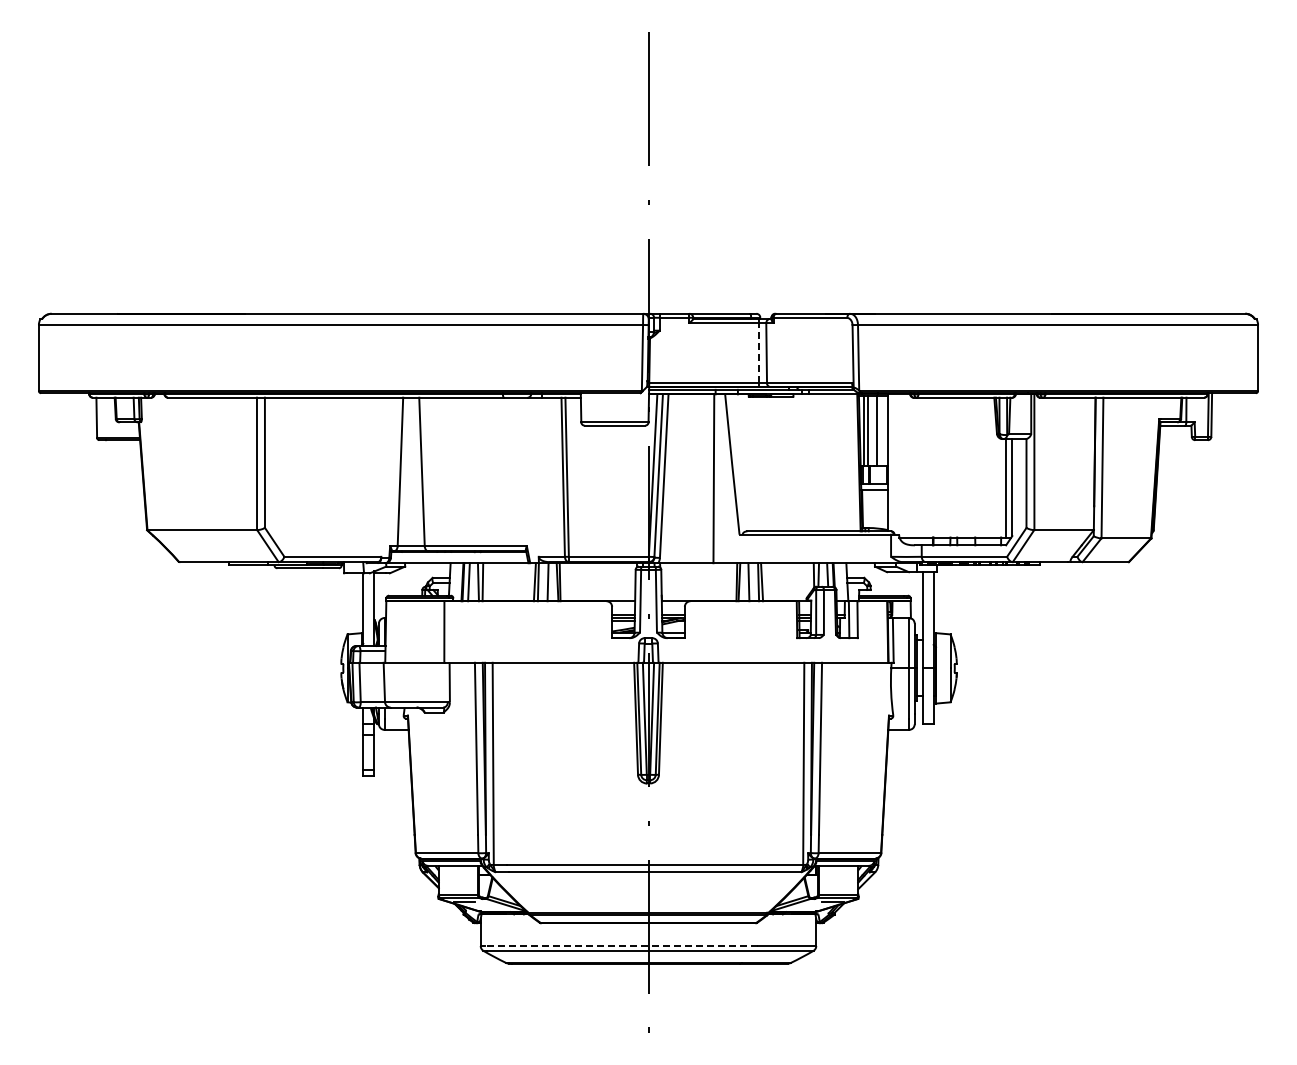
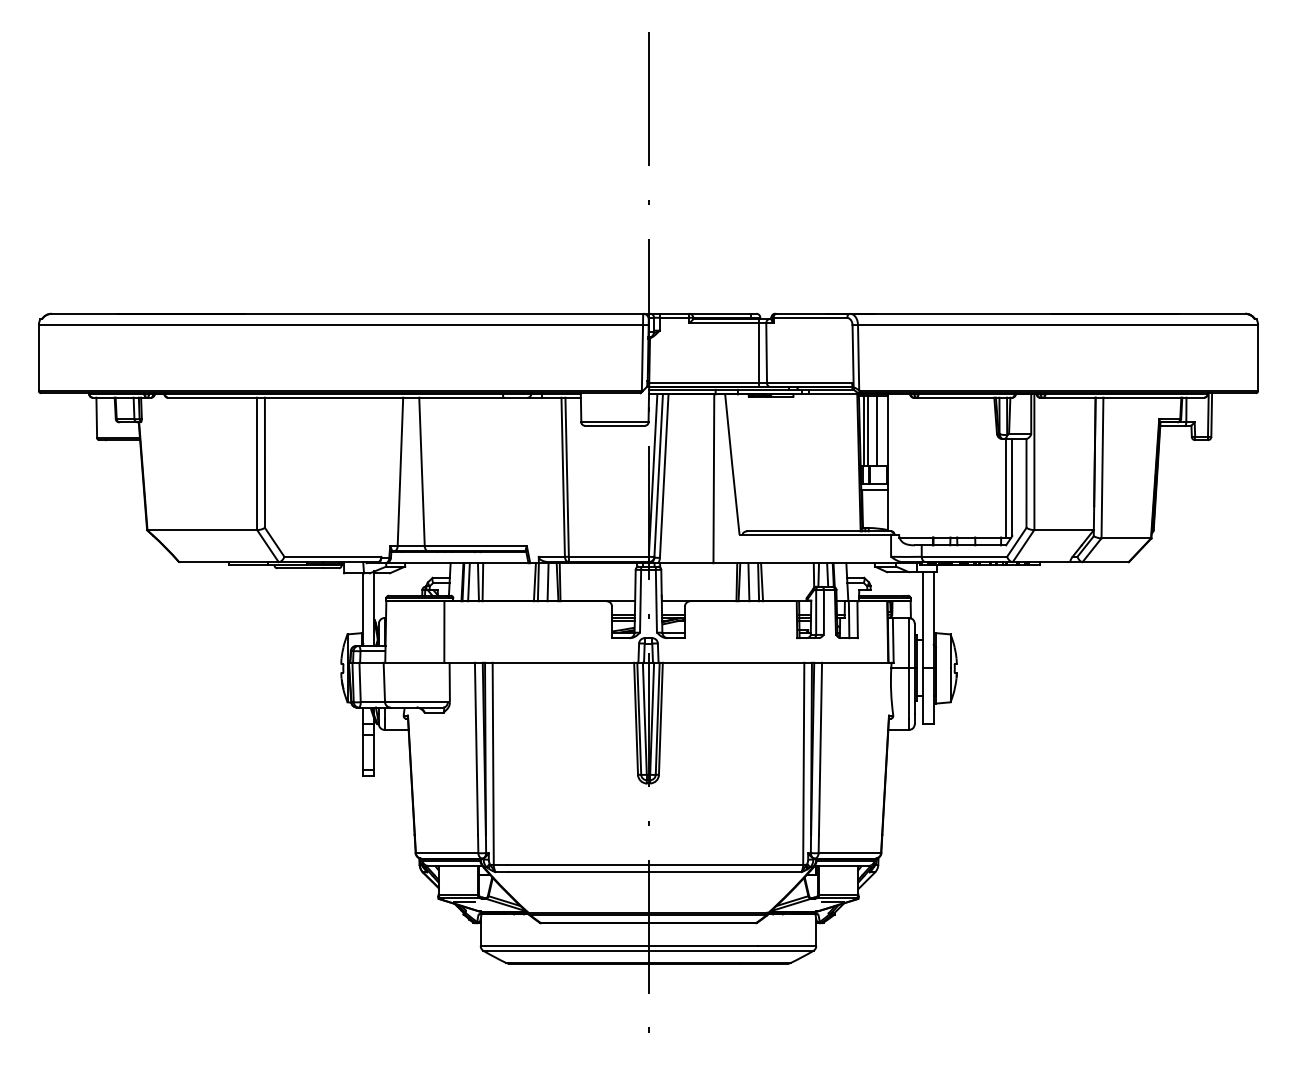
line at (759, 353): dashed -> solid
line at (621, 946): dashed -> solid
